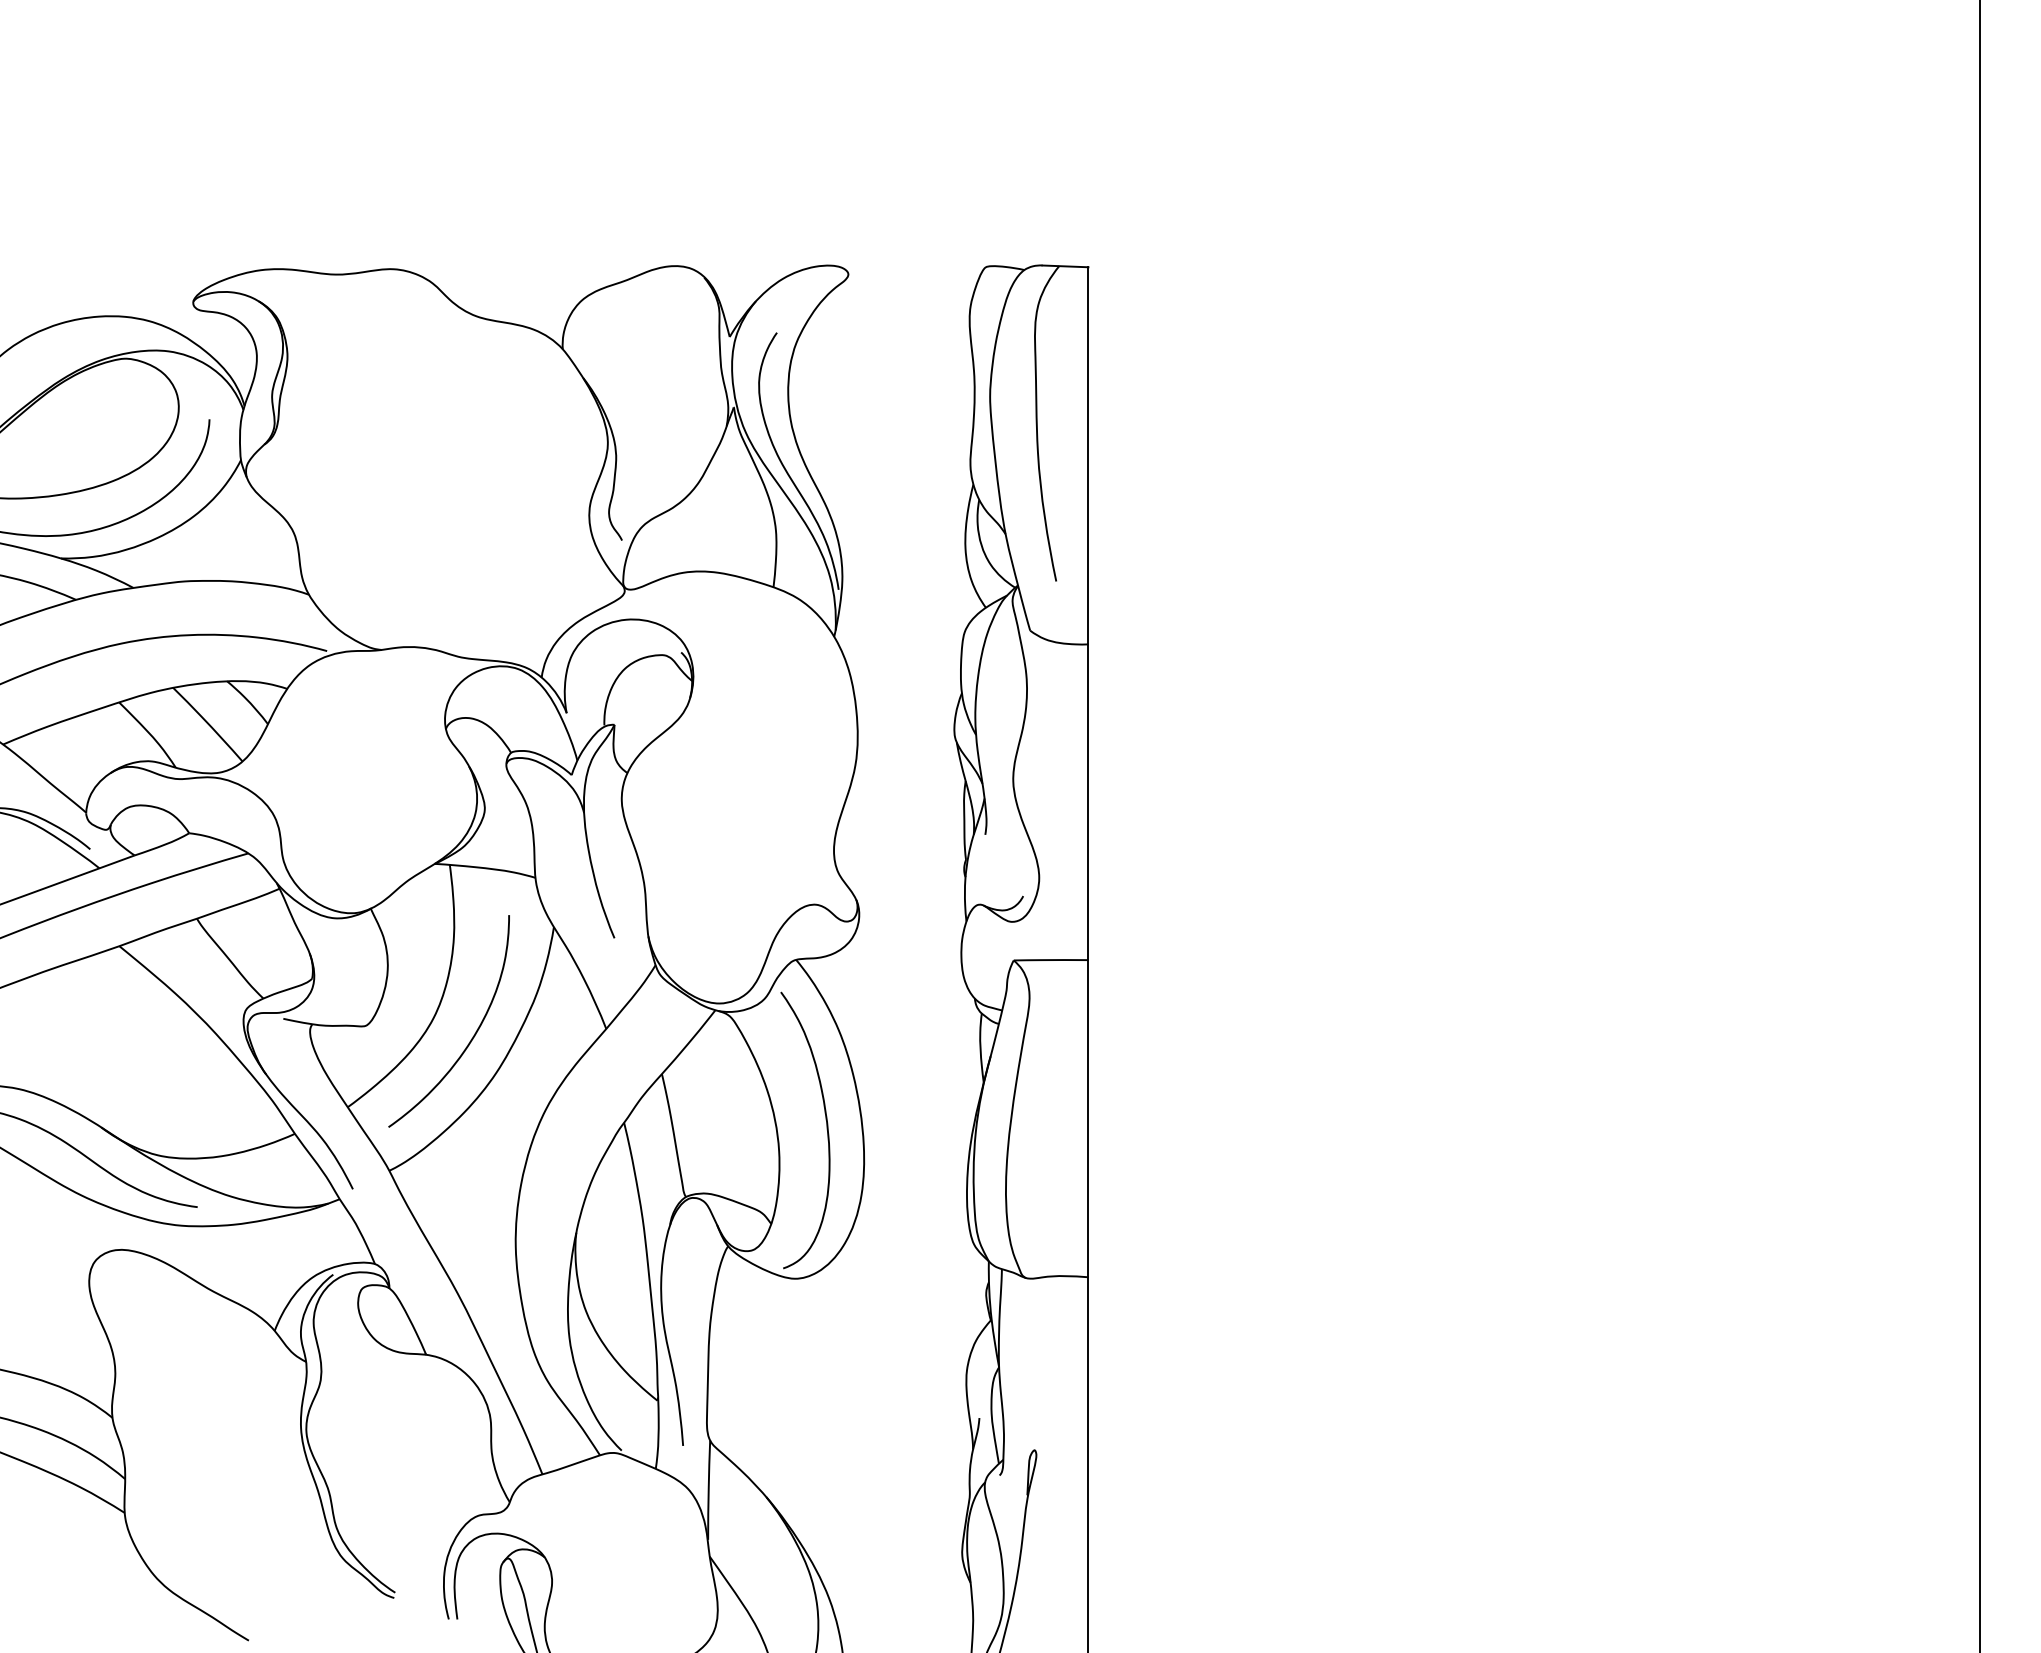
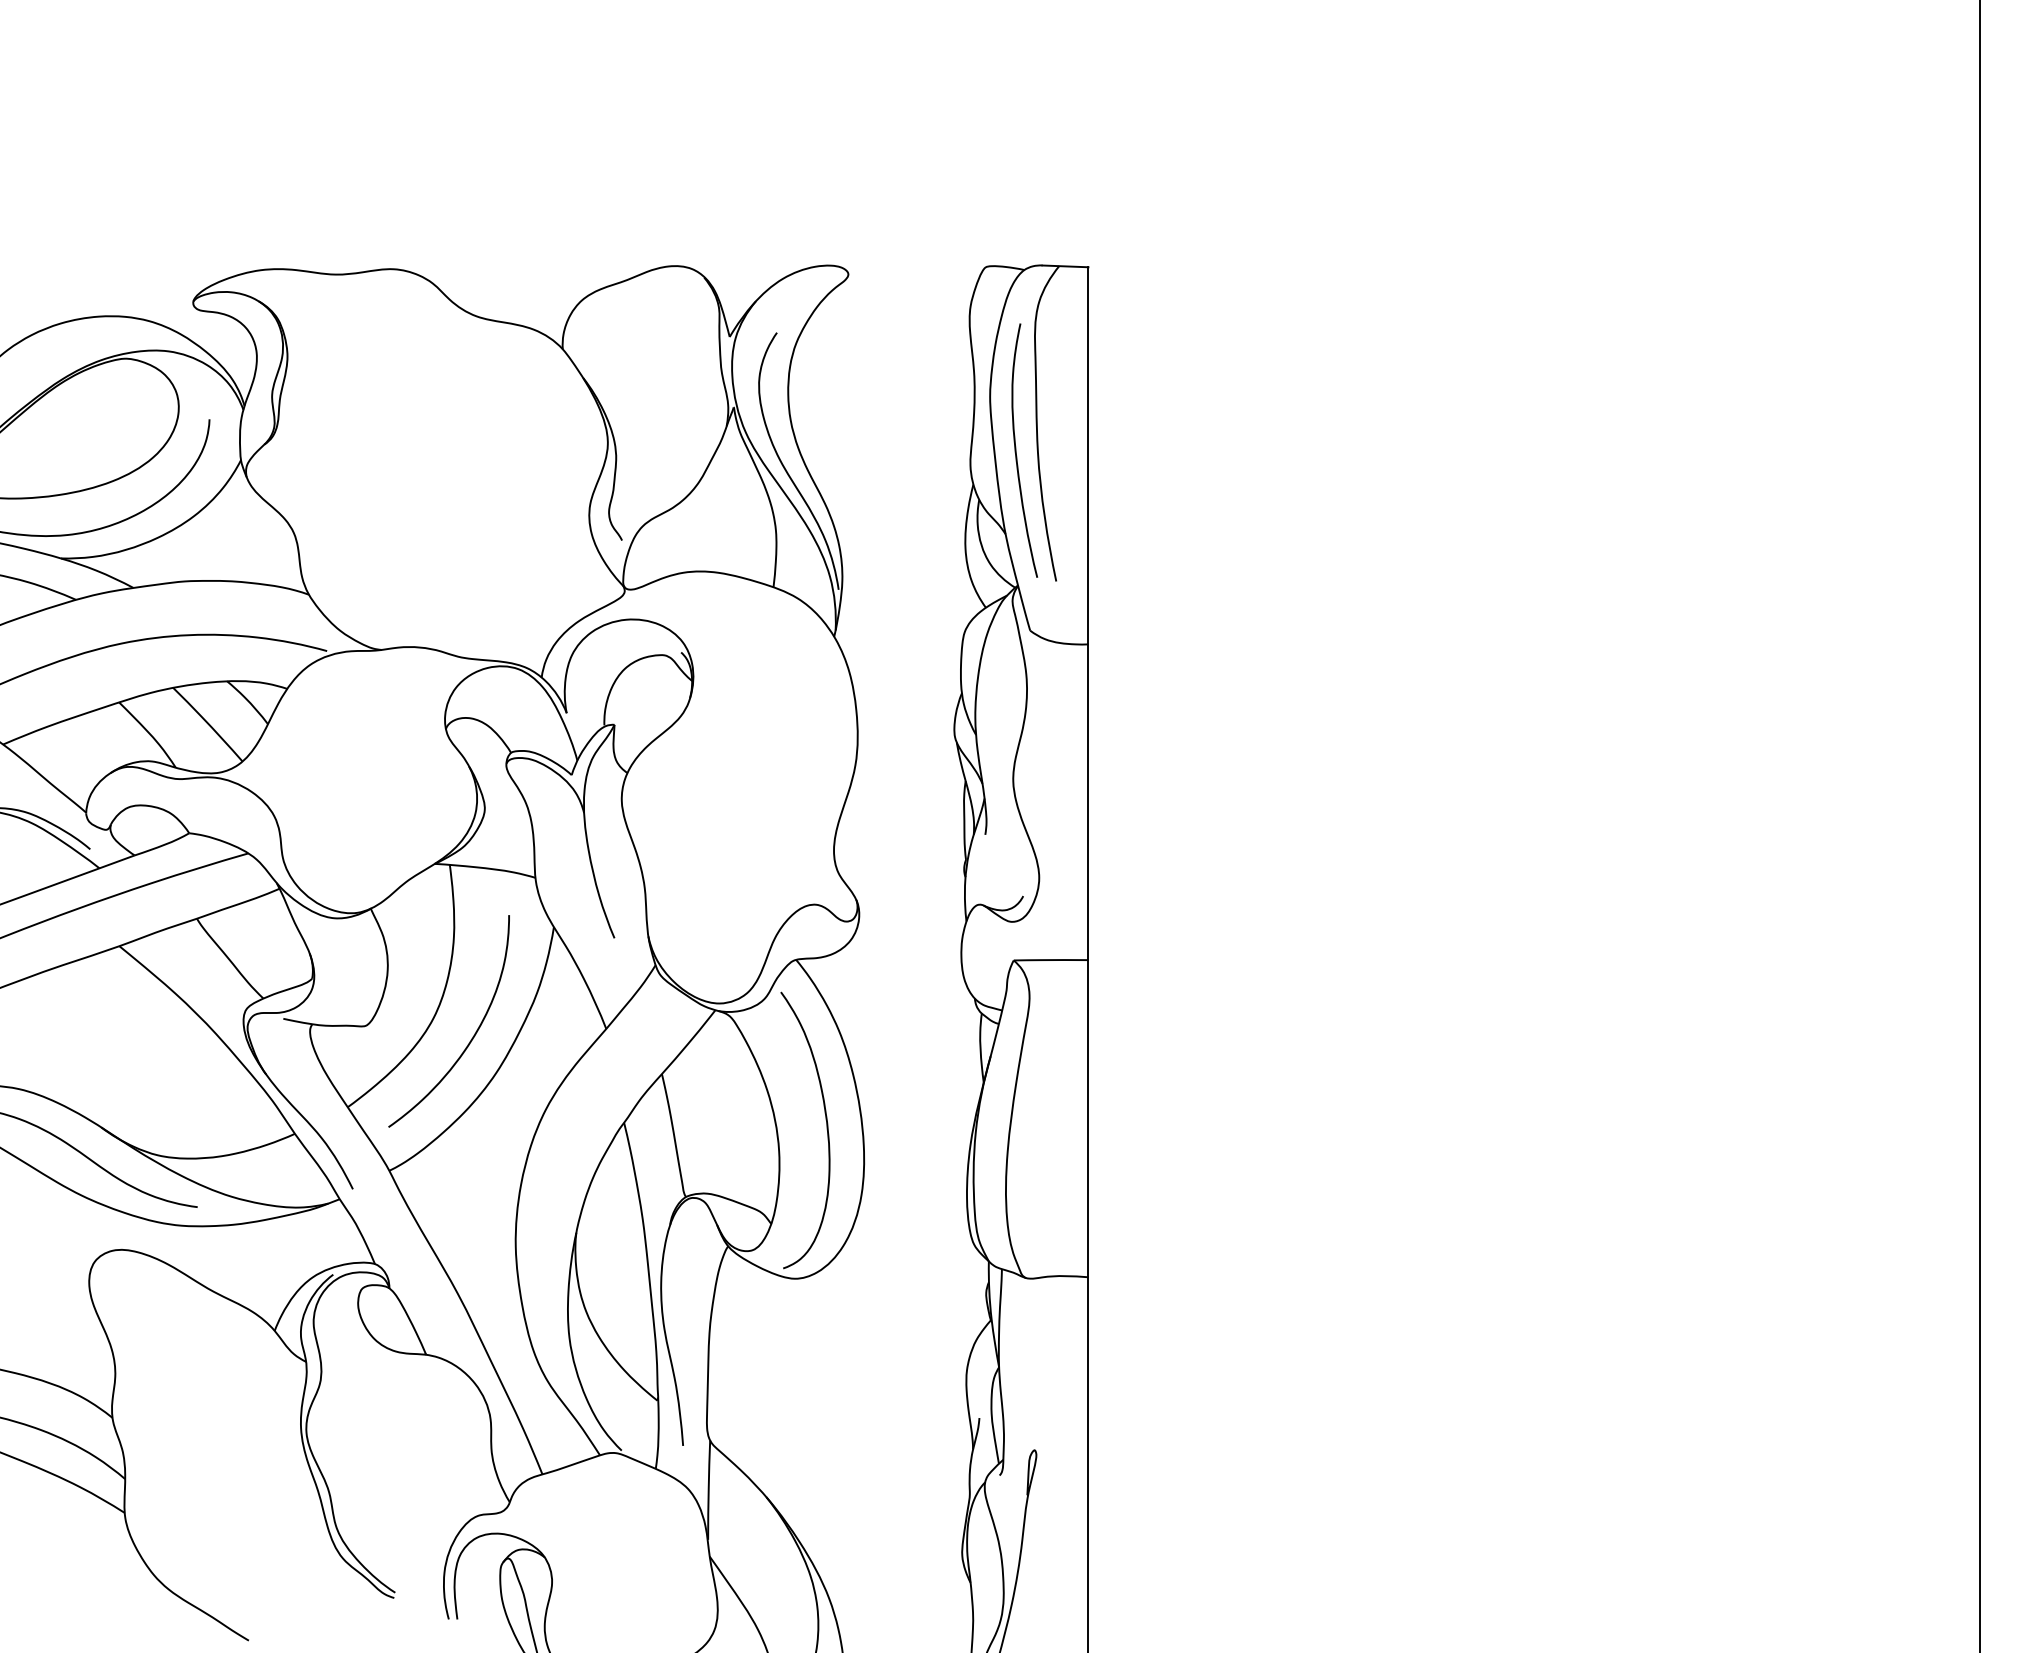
curve at (1016, 450): none -> present
